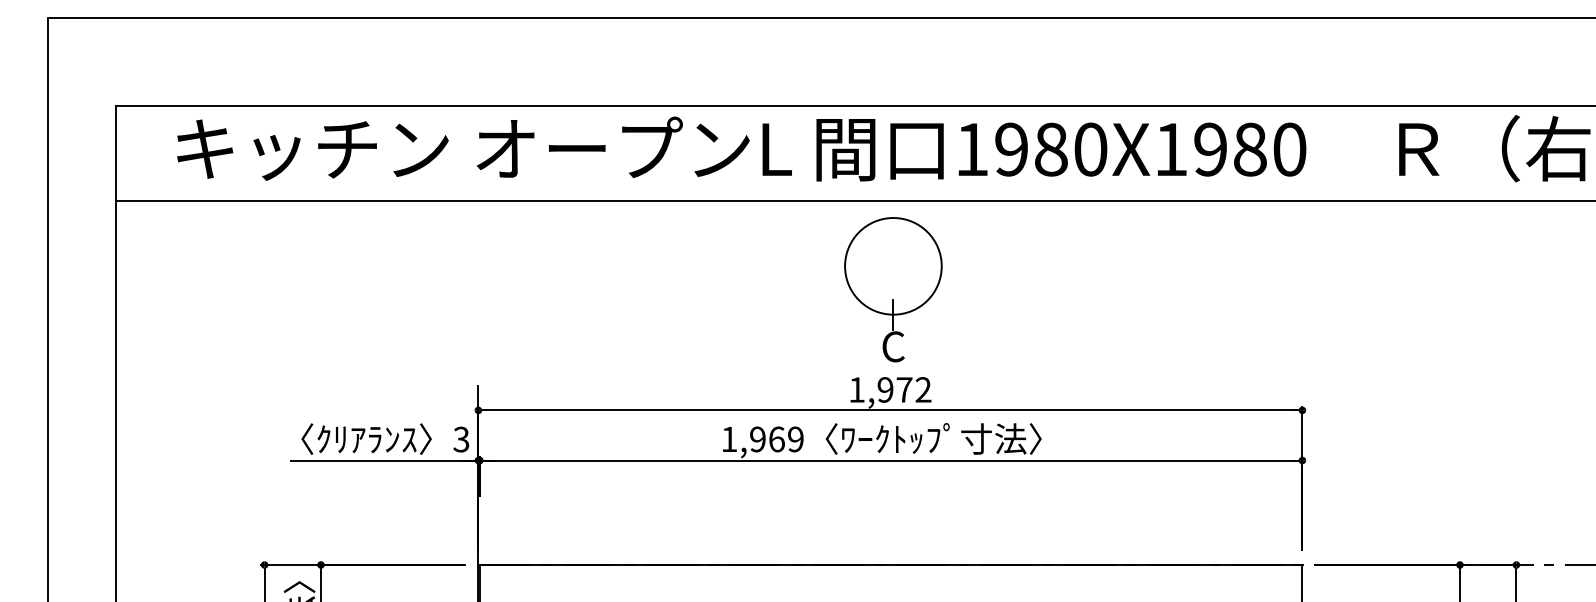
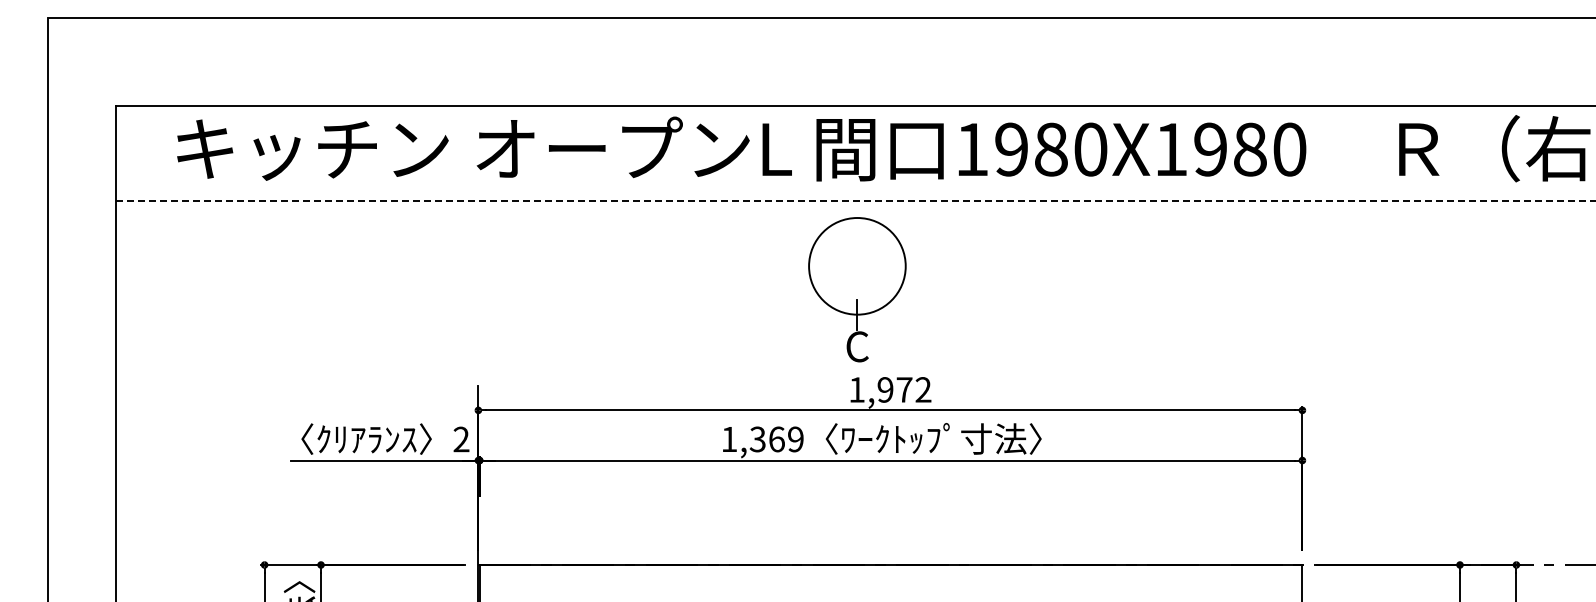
line at (855, 200): solid -> dashed
part at (893, 289) position: (893, 289) -> (857, 289)
text at (461, 439): 3 -> 2
text at (757, 439): 1,969 -> 1,369
